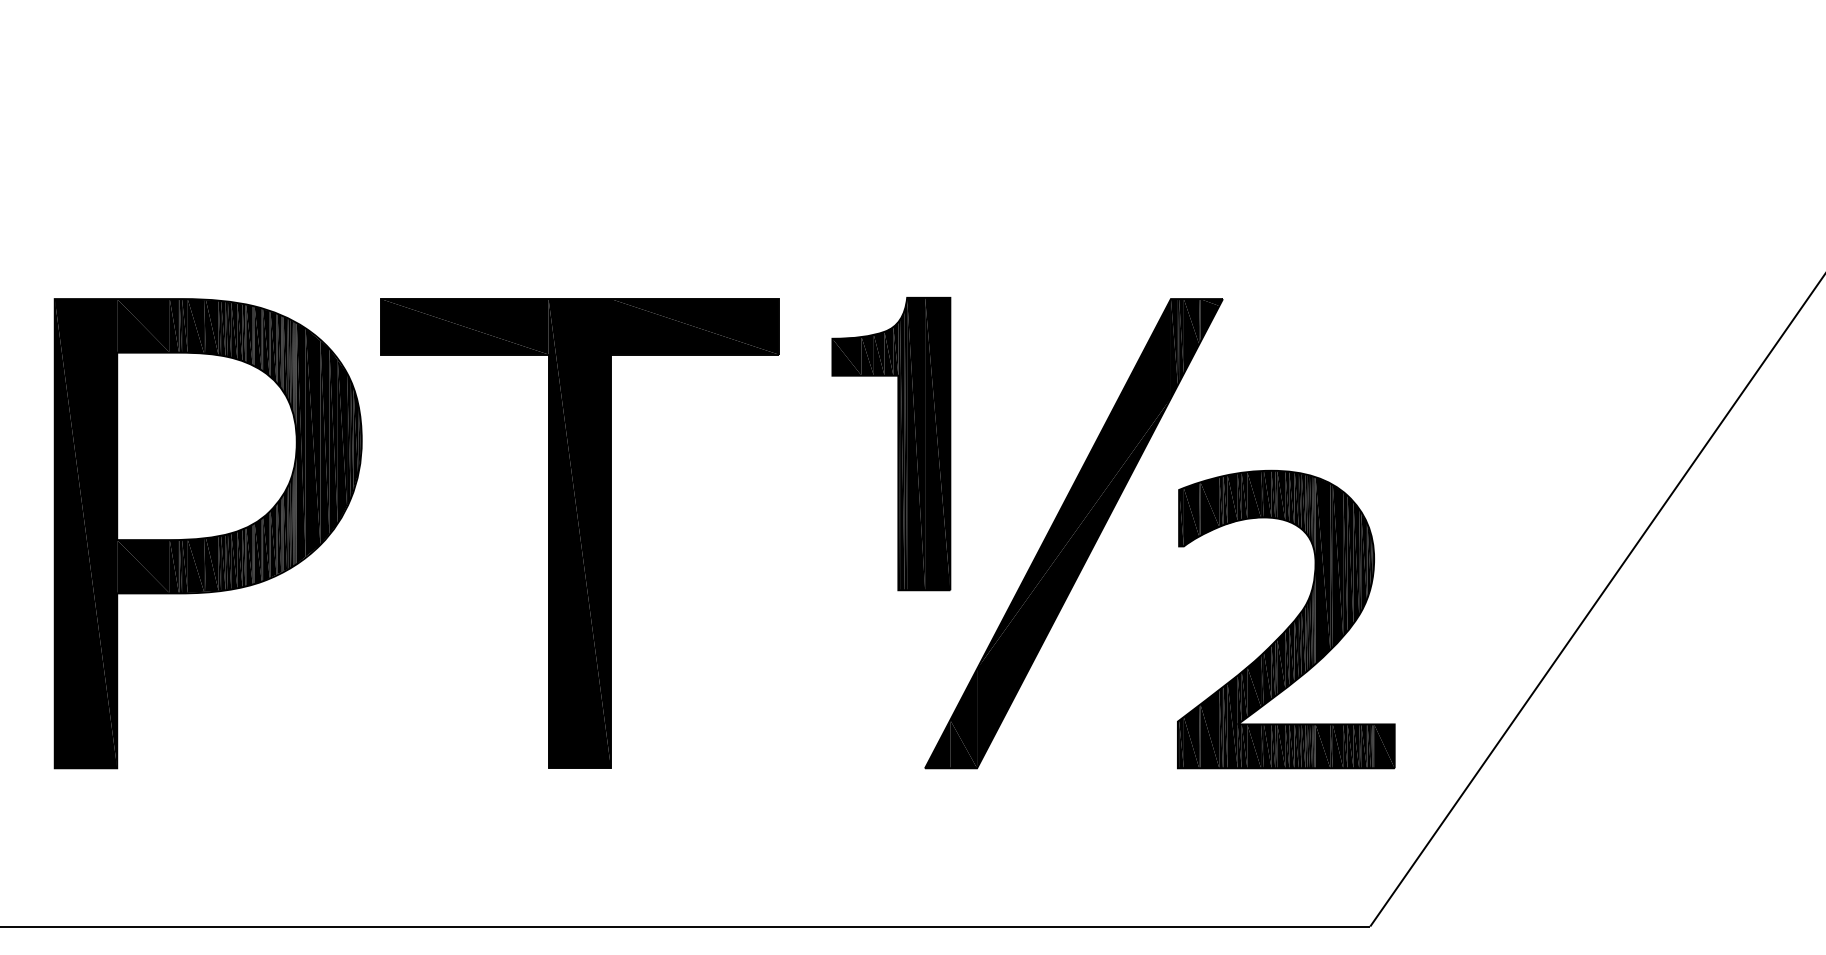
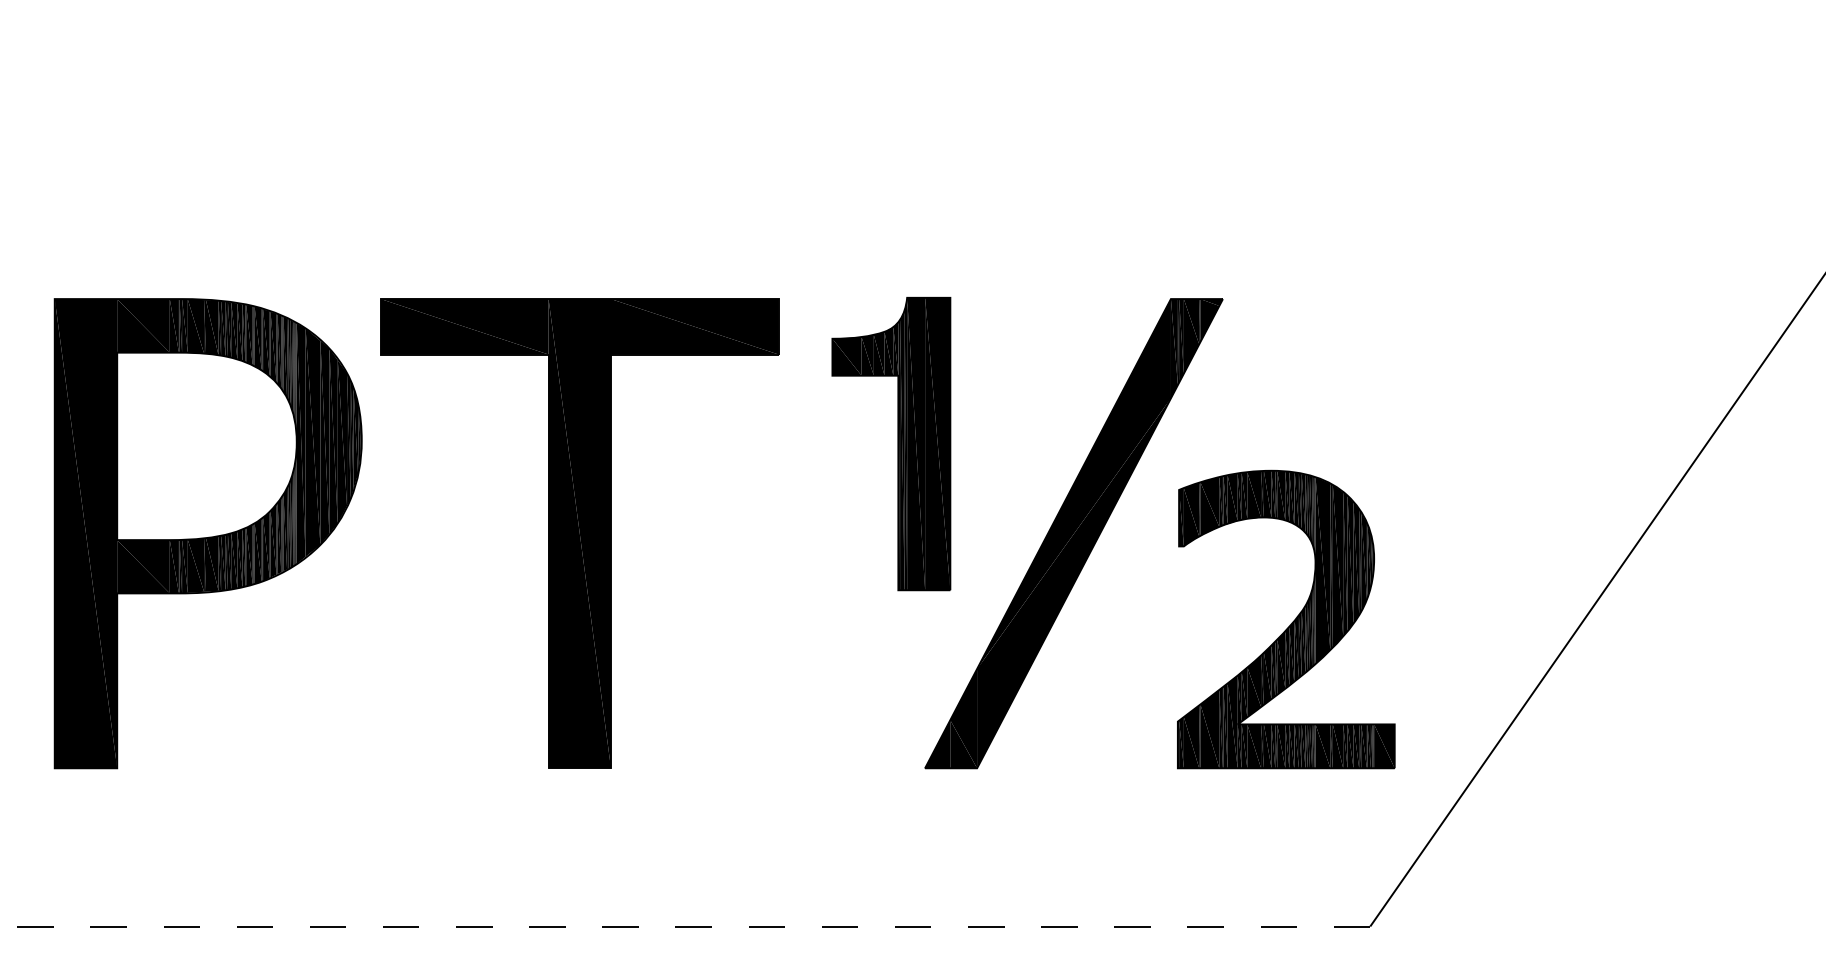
line at (685, 926): solid -> dashed
